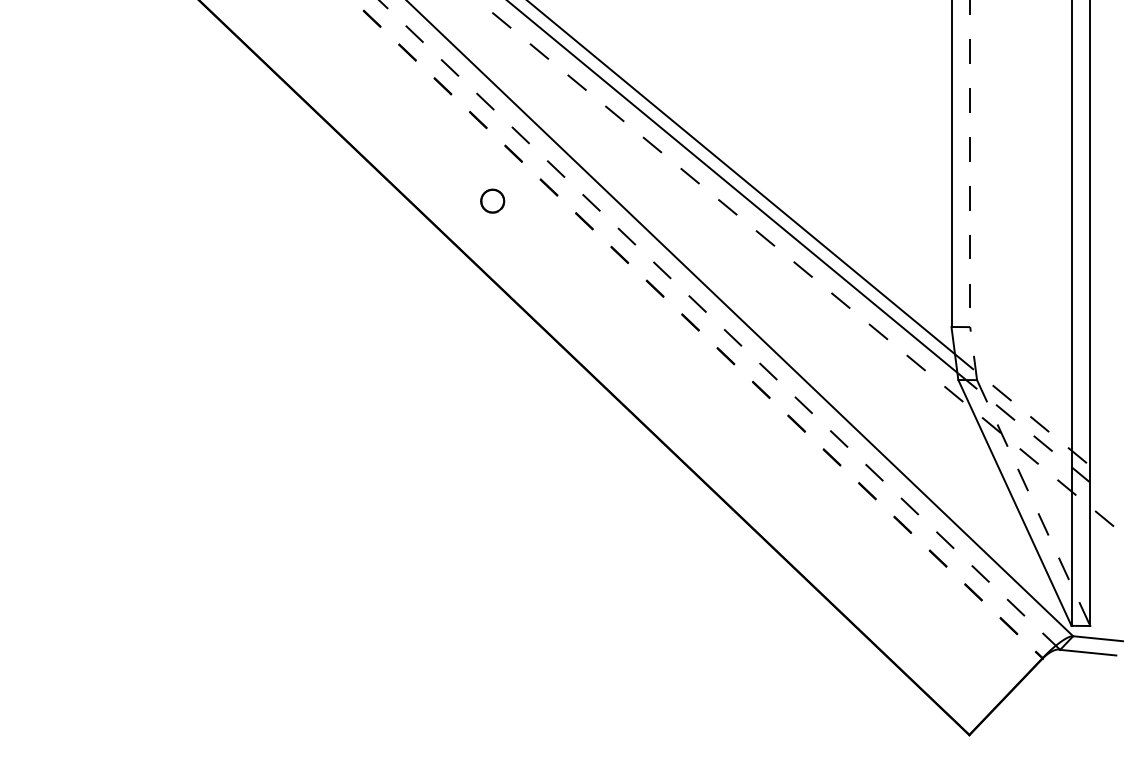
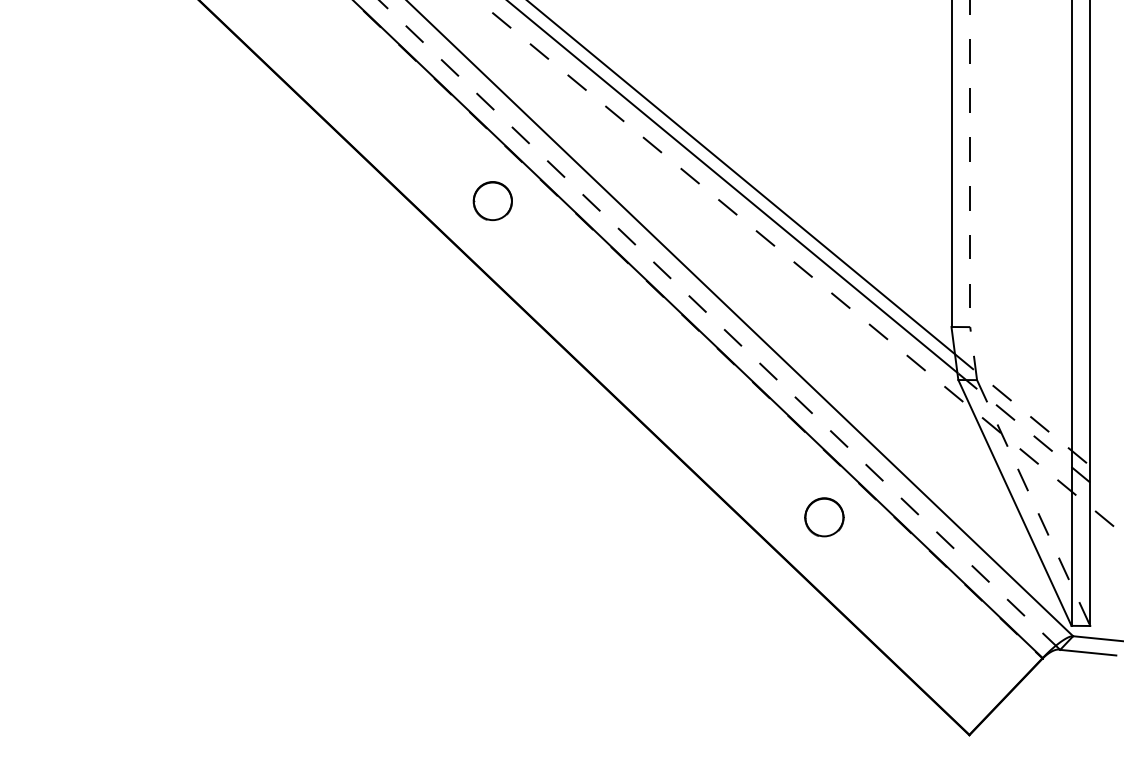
part at (492, 200) size: 26x26 px -> 41x40 px
line at (698, 329): dashed -> solid
part at (824, 517): none -> present
